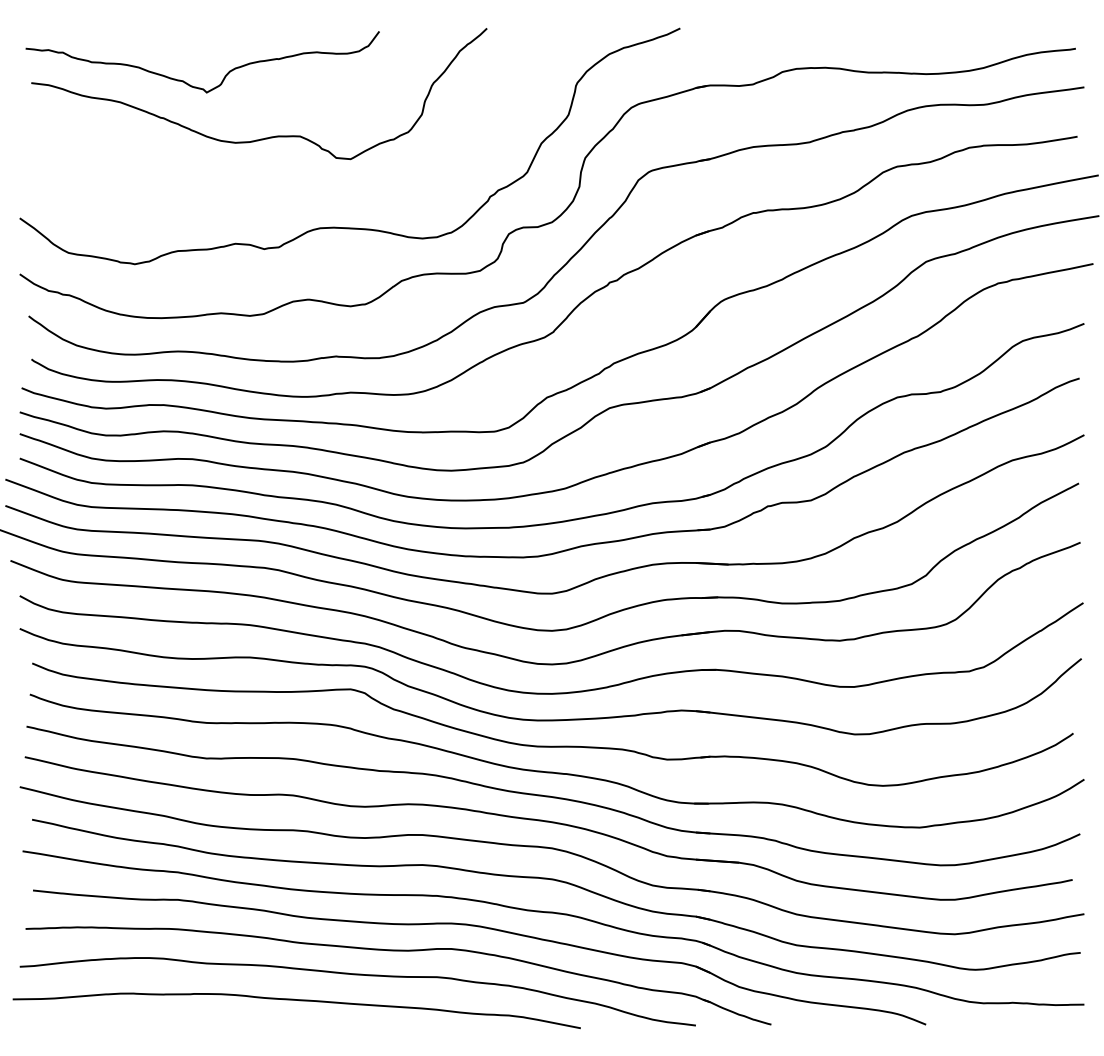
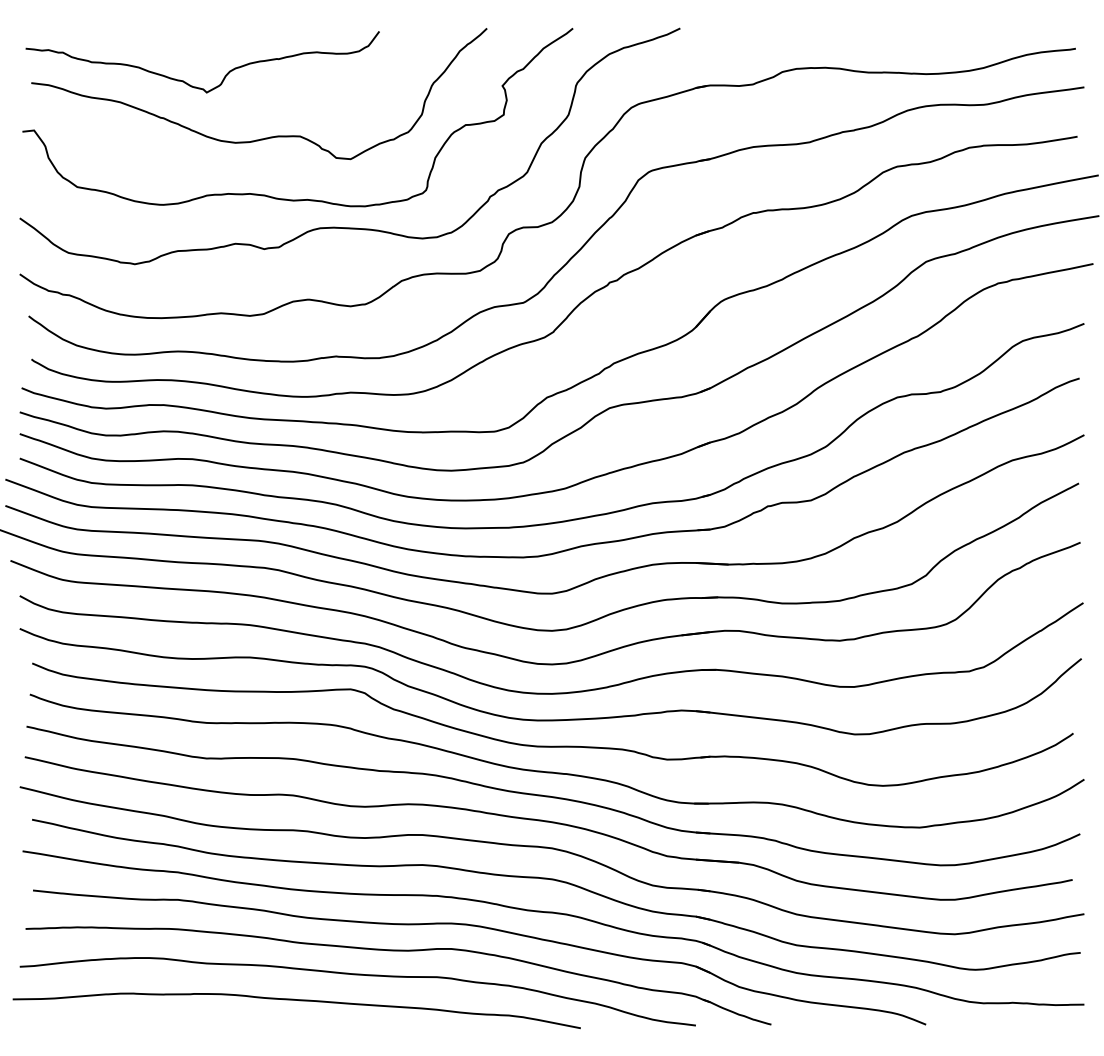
curve at (286, 198): none -> present
